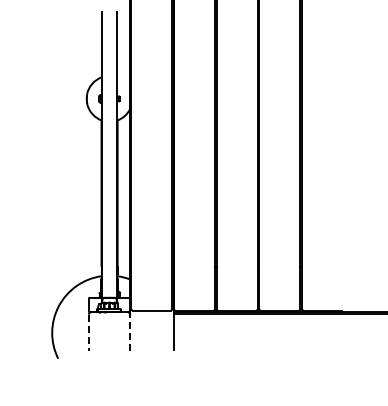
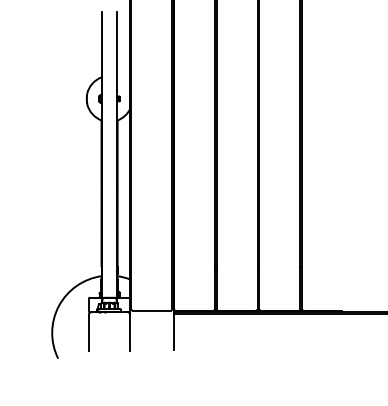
line at (130, 332): dashed -> solid
line at (88, 333): dashed -> solid
